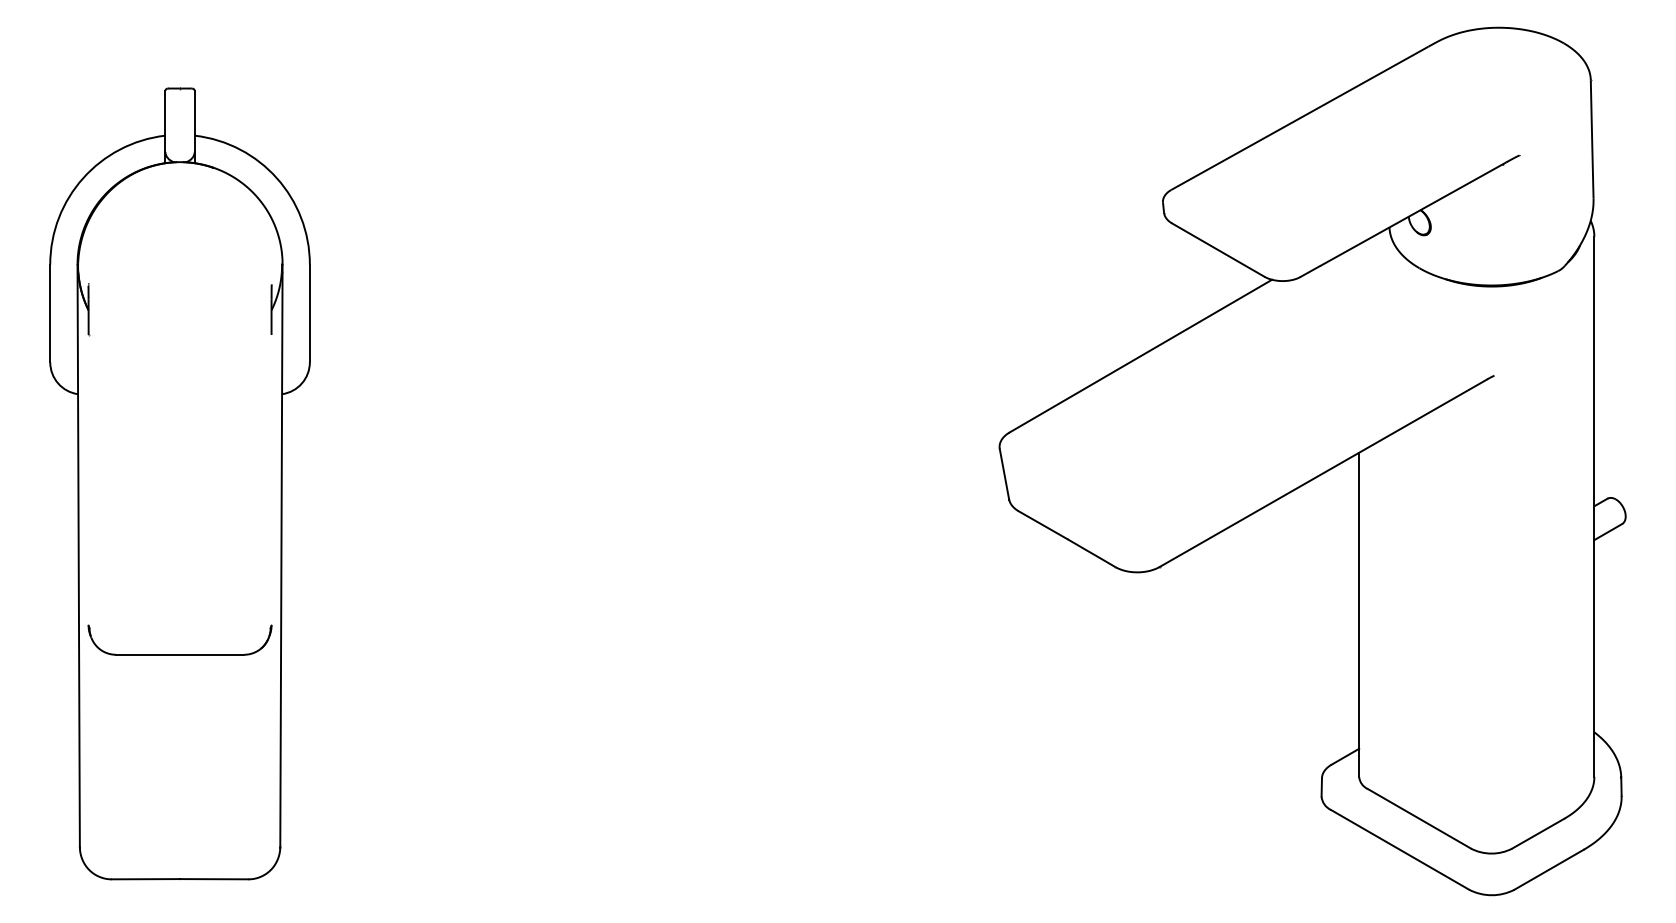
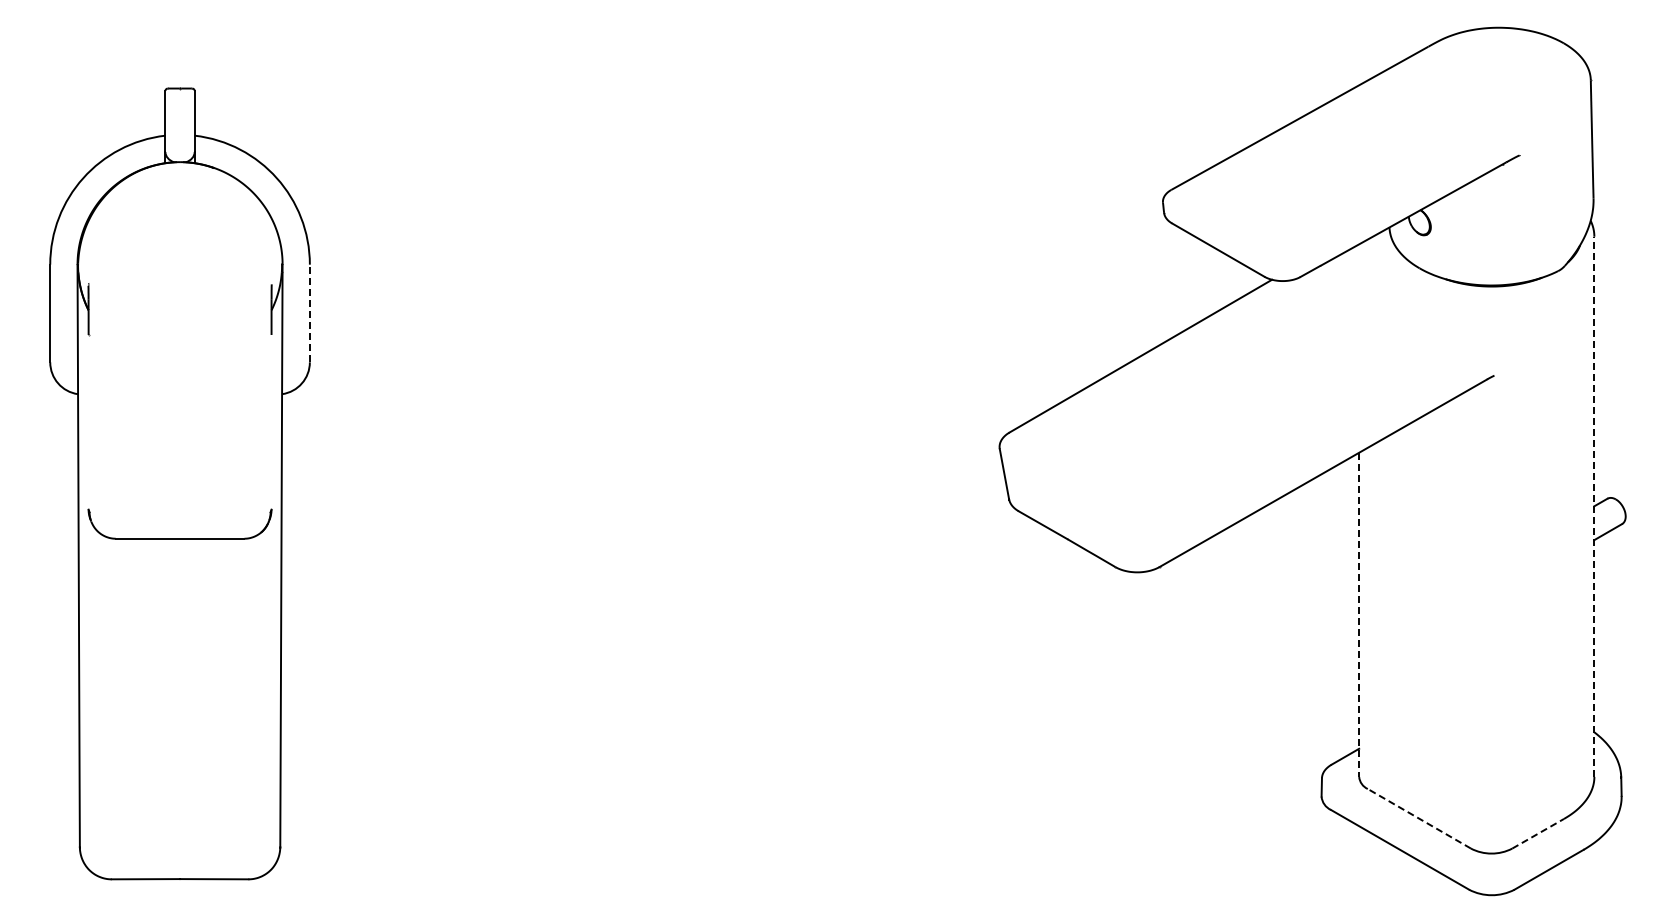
line at (309, 313): solid -> dashed
line at (1594, 506): solid -> dashed
line at (1359, 615): solid -> dashed
part at (179, 654) position: (179, 654) -> (179, 538)
line at (1419, 818): solid -> dashed
line at (1538, 833): solid -> dashed
